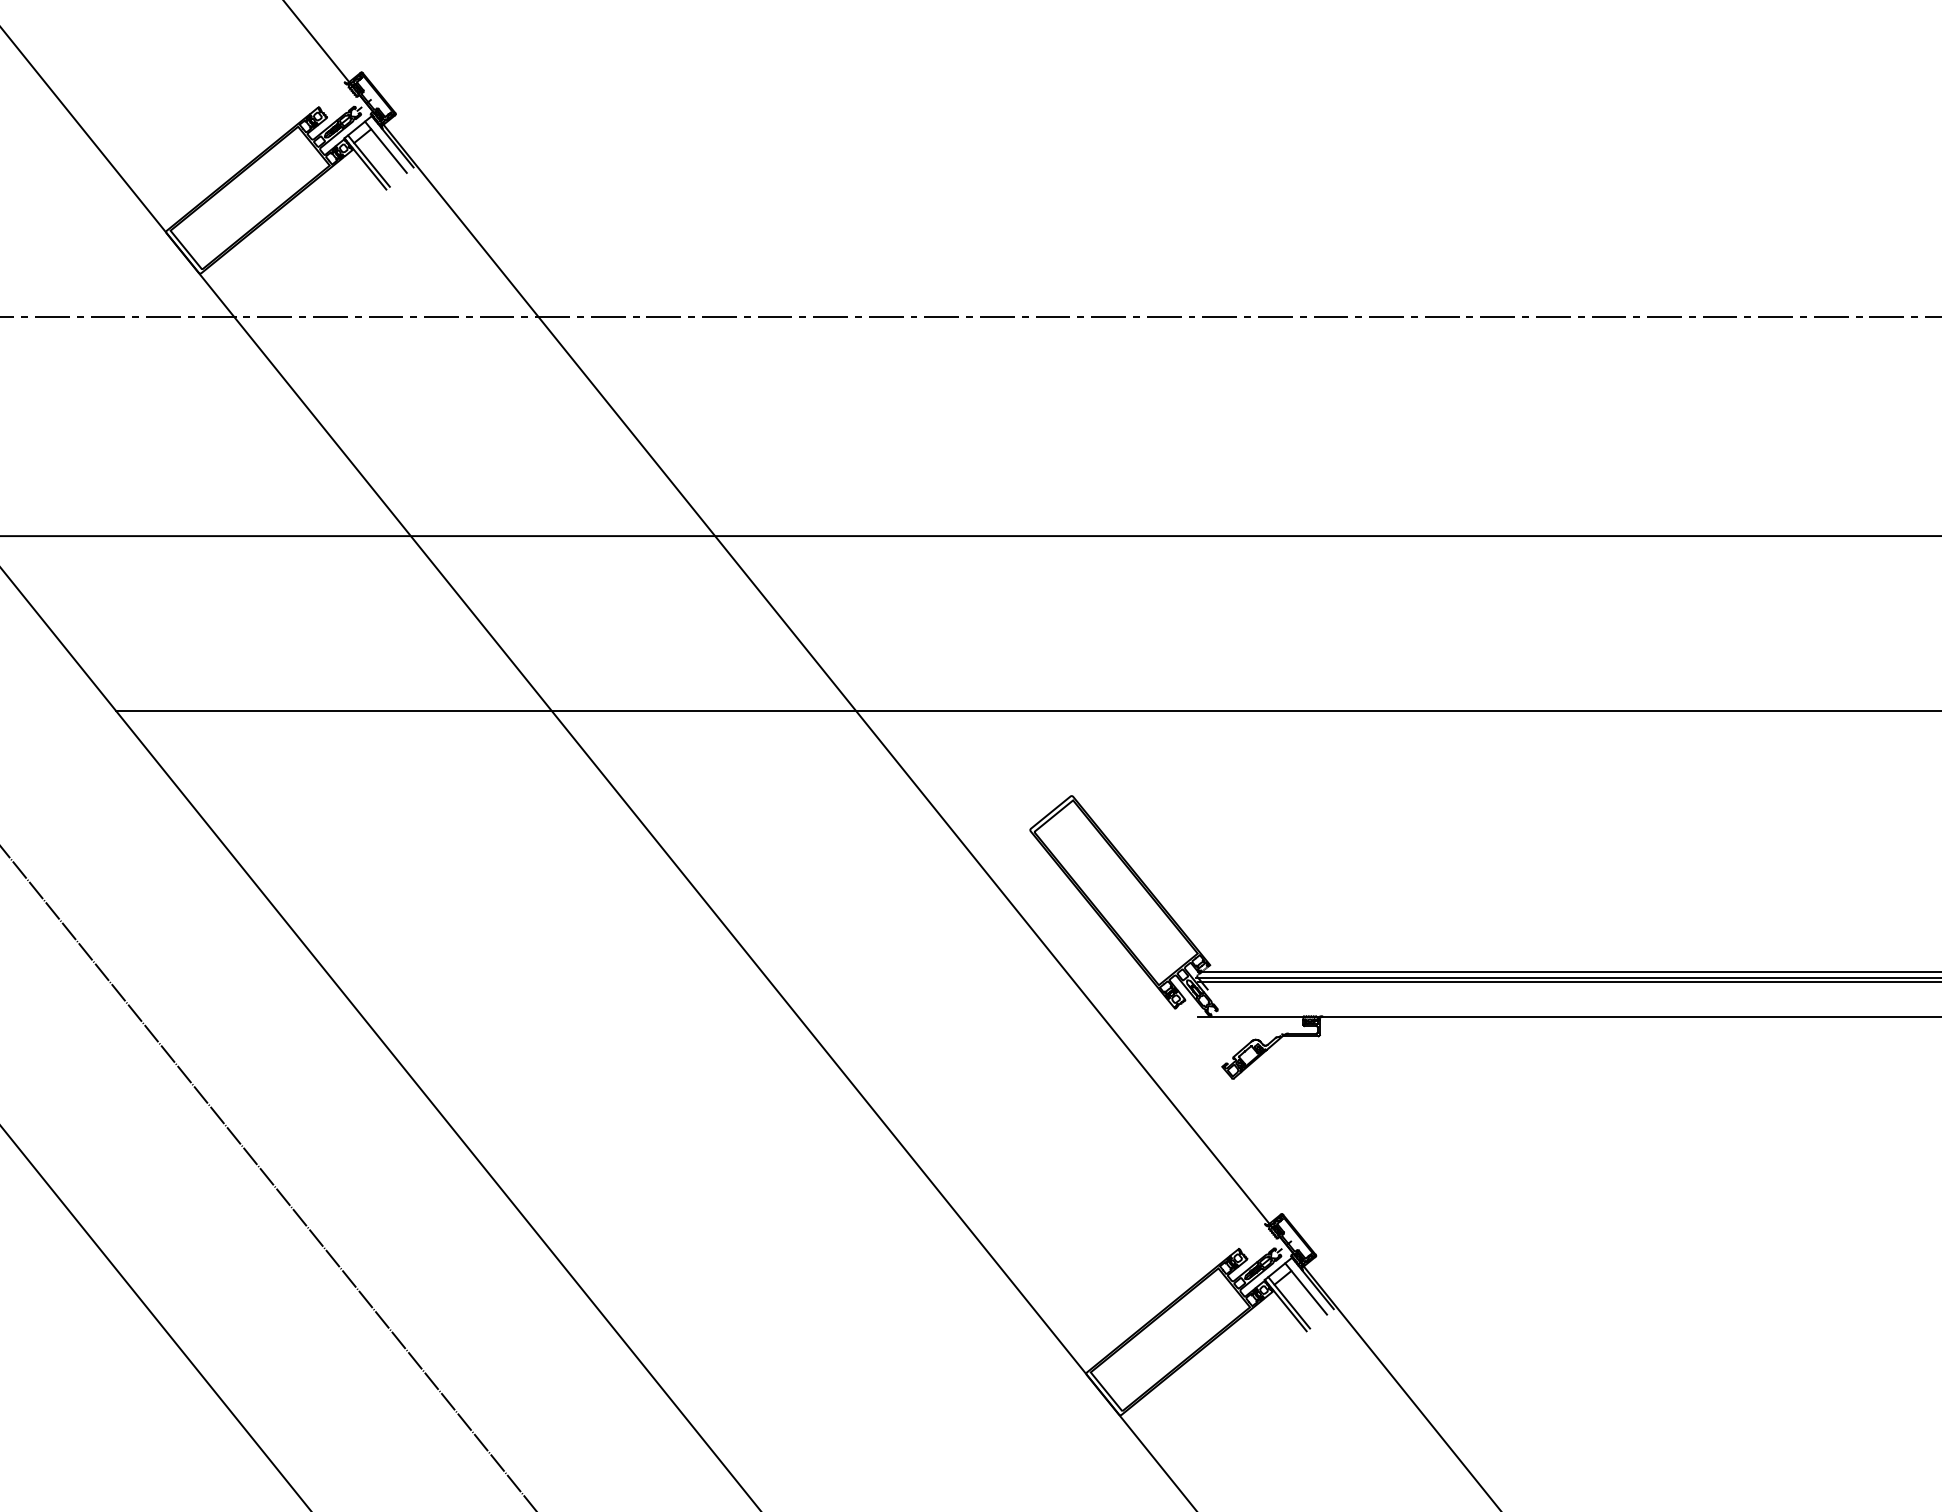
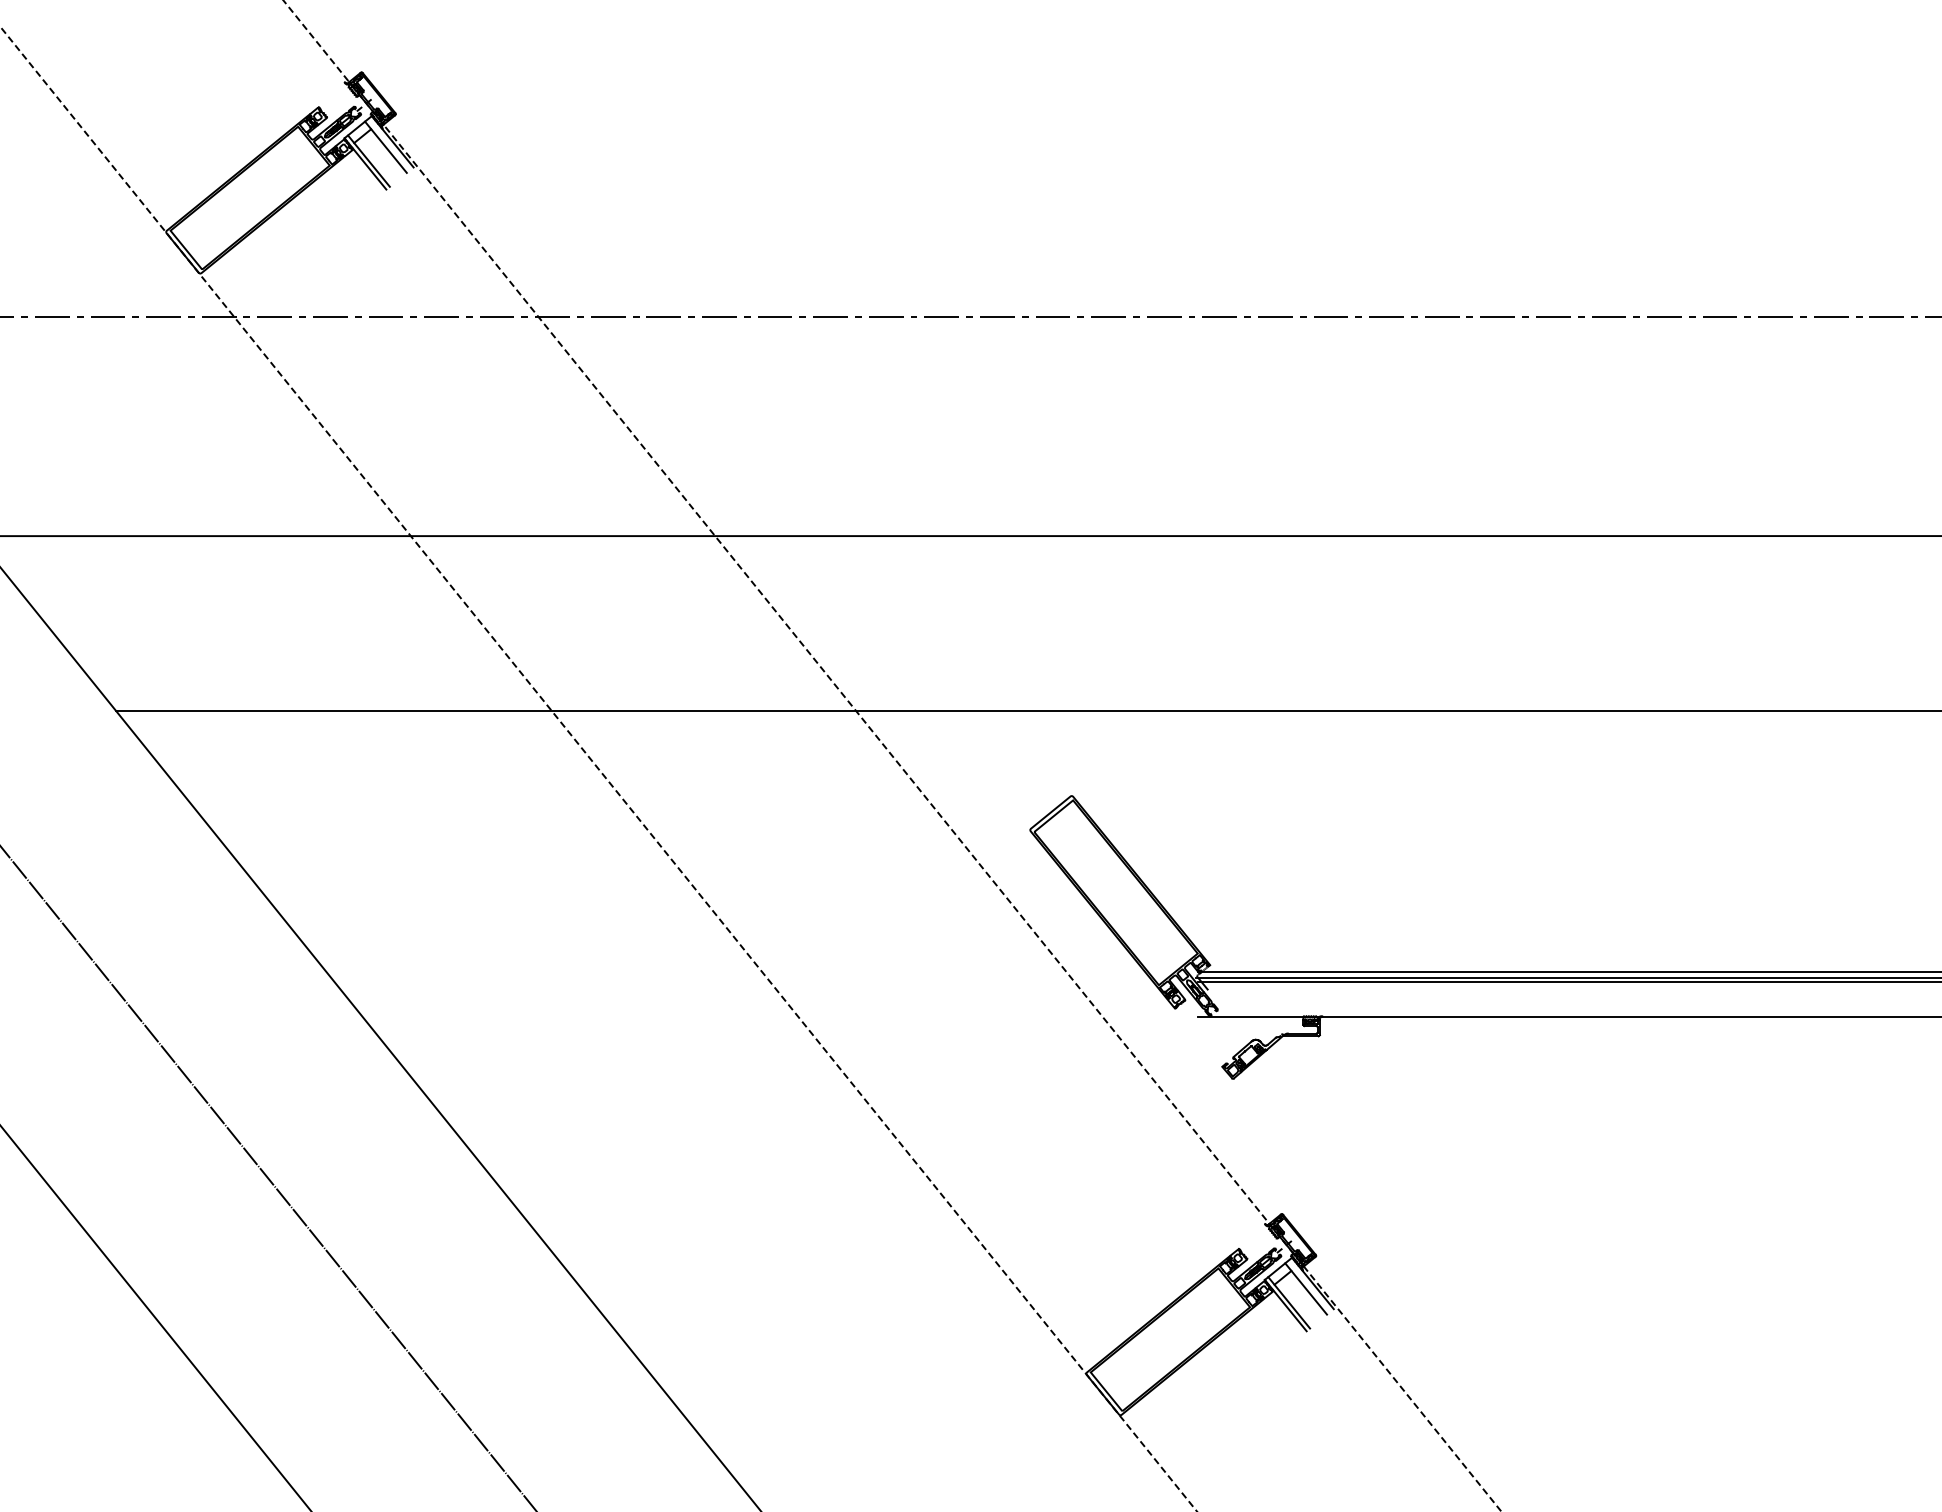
line at (892, 756): solid -> dashed
line at (598, 769): solid -> dashed
